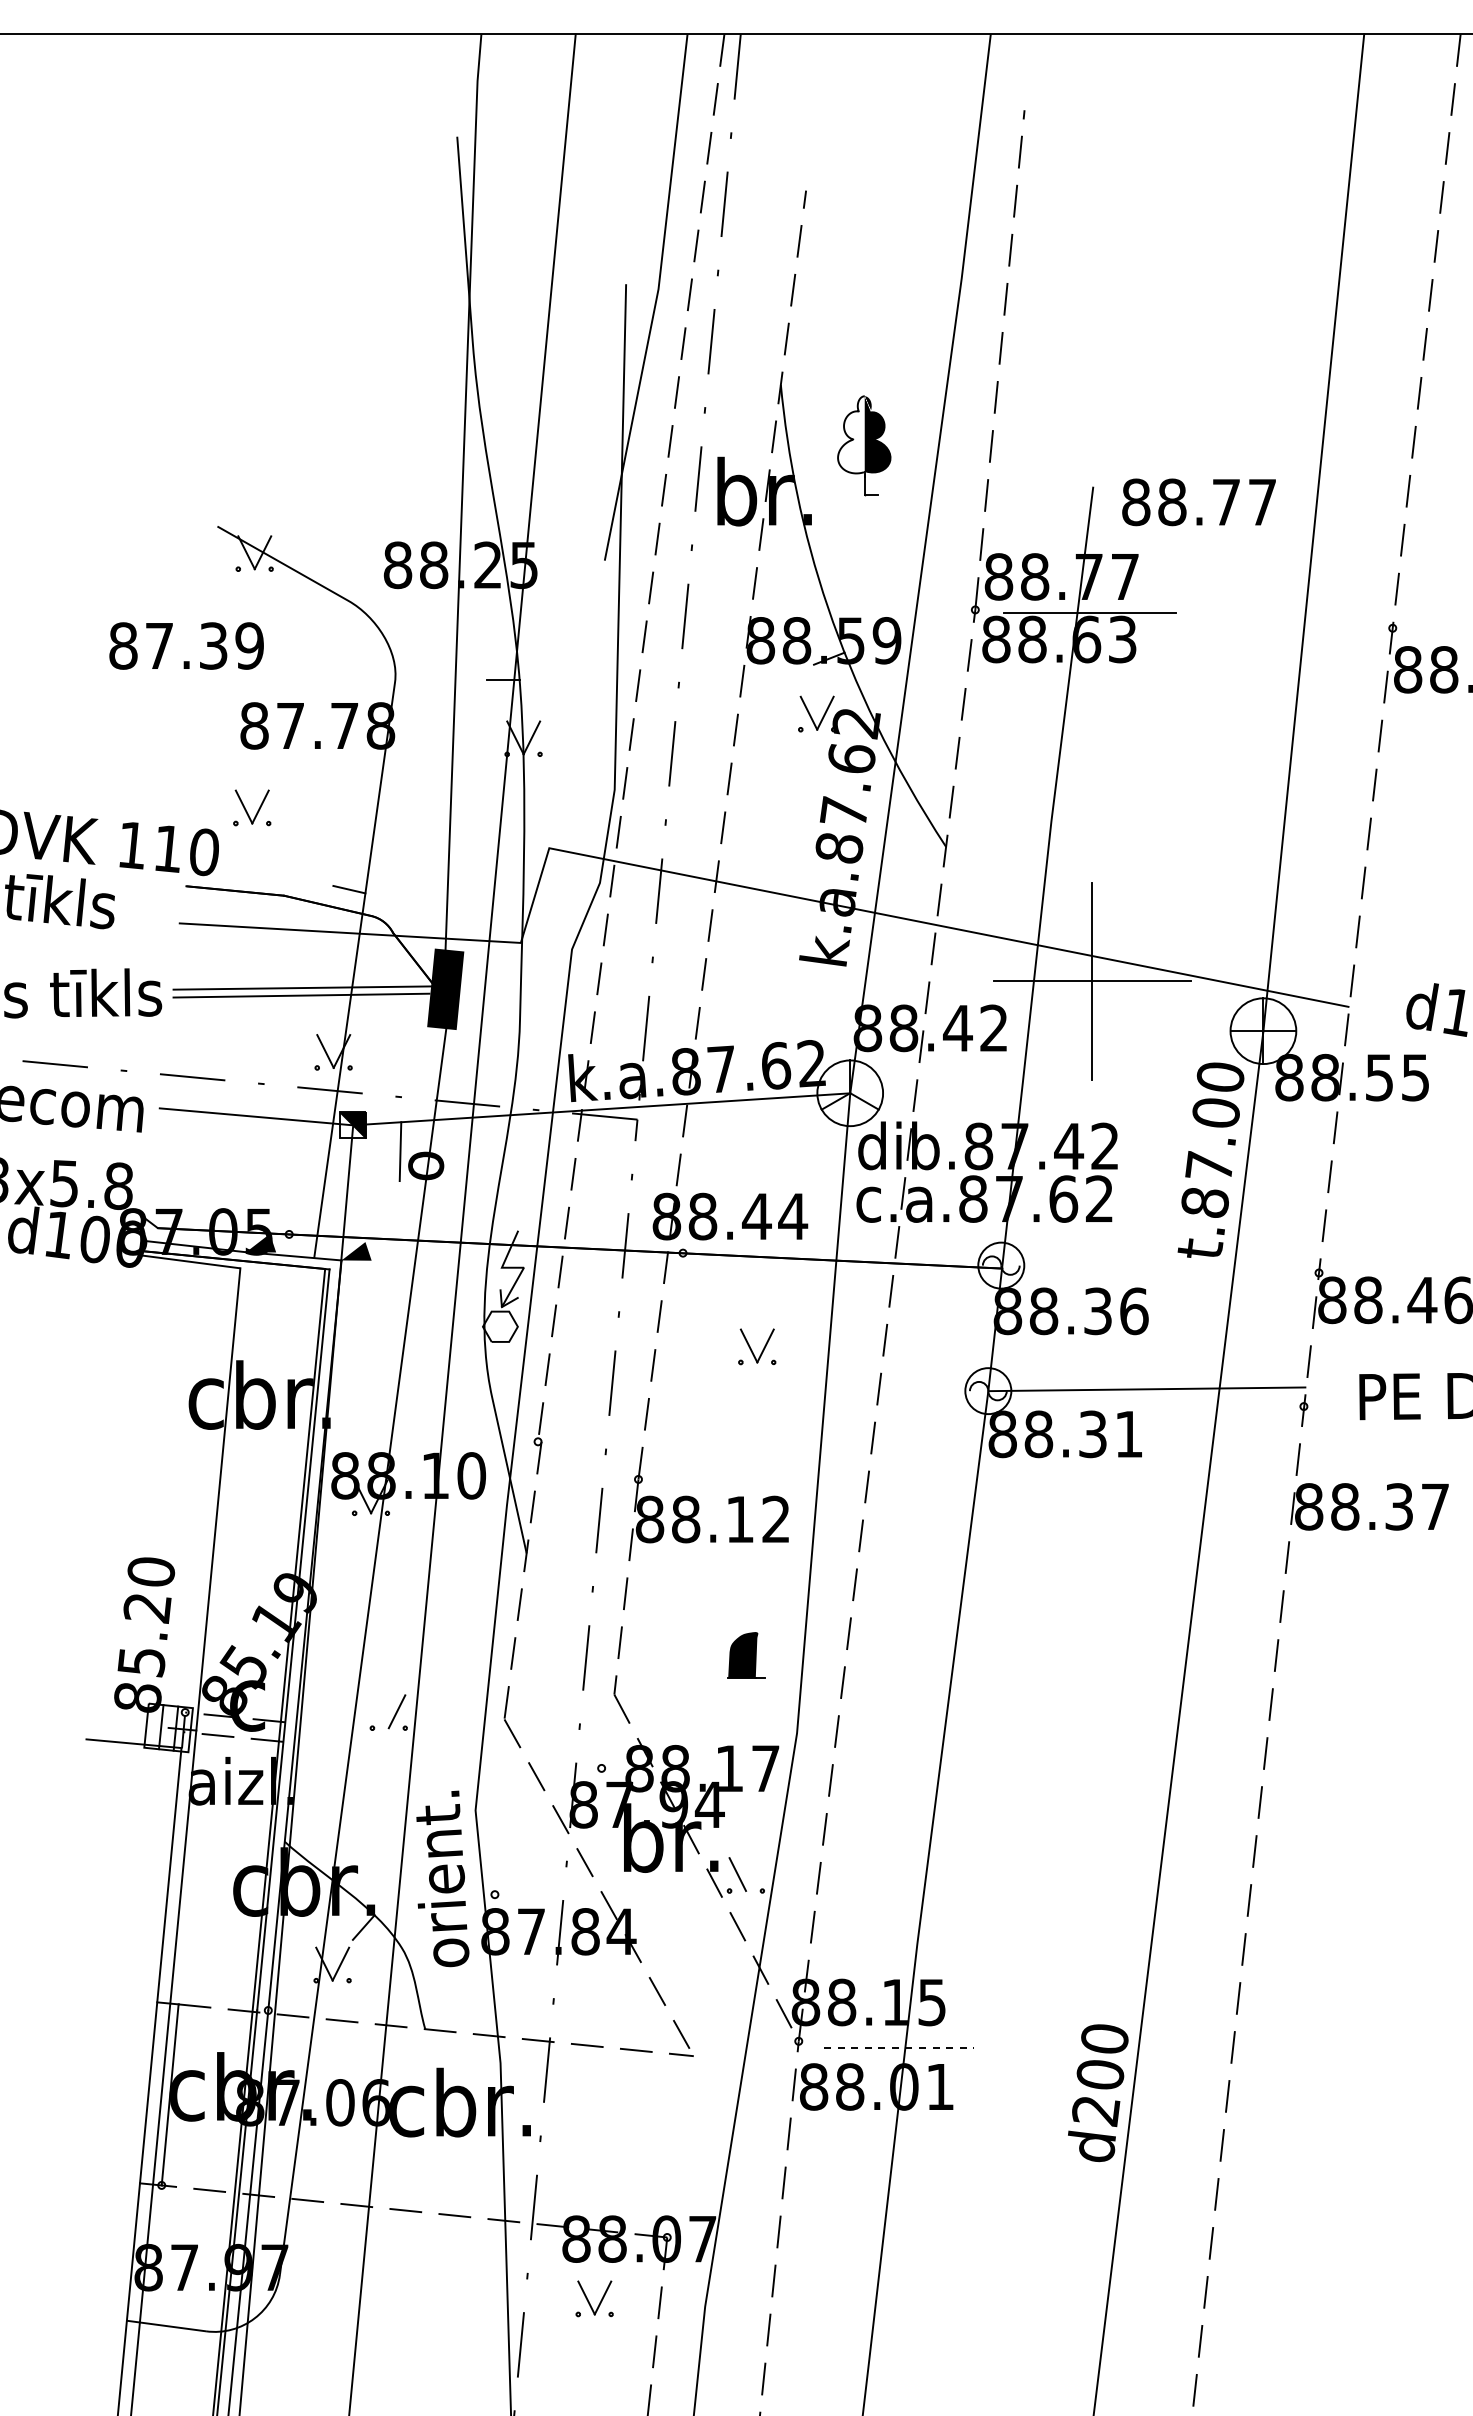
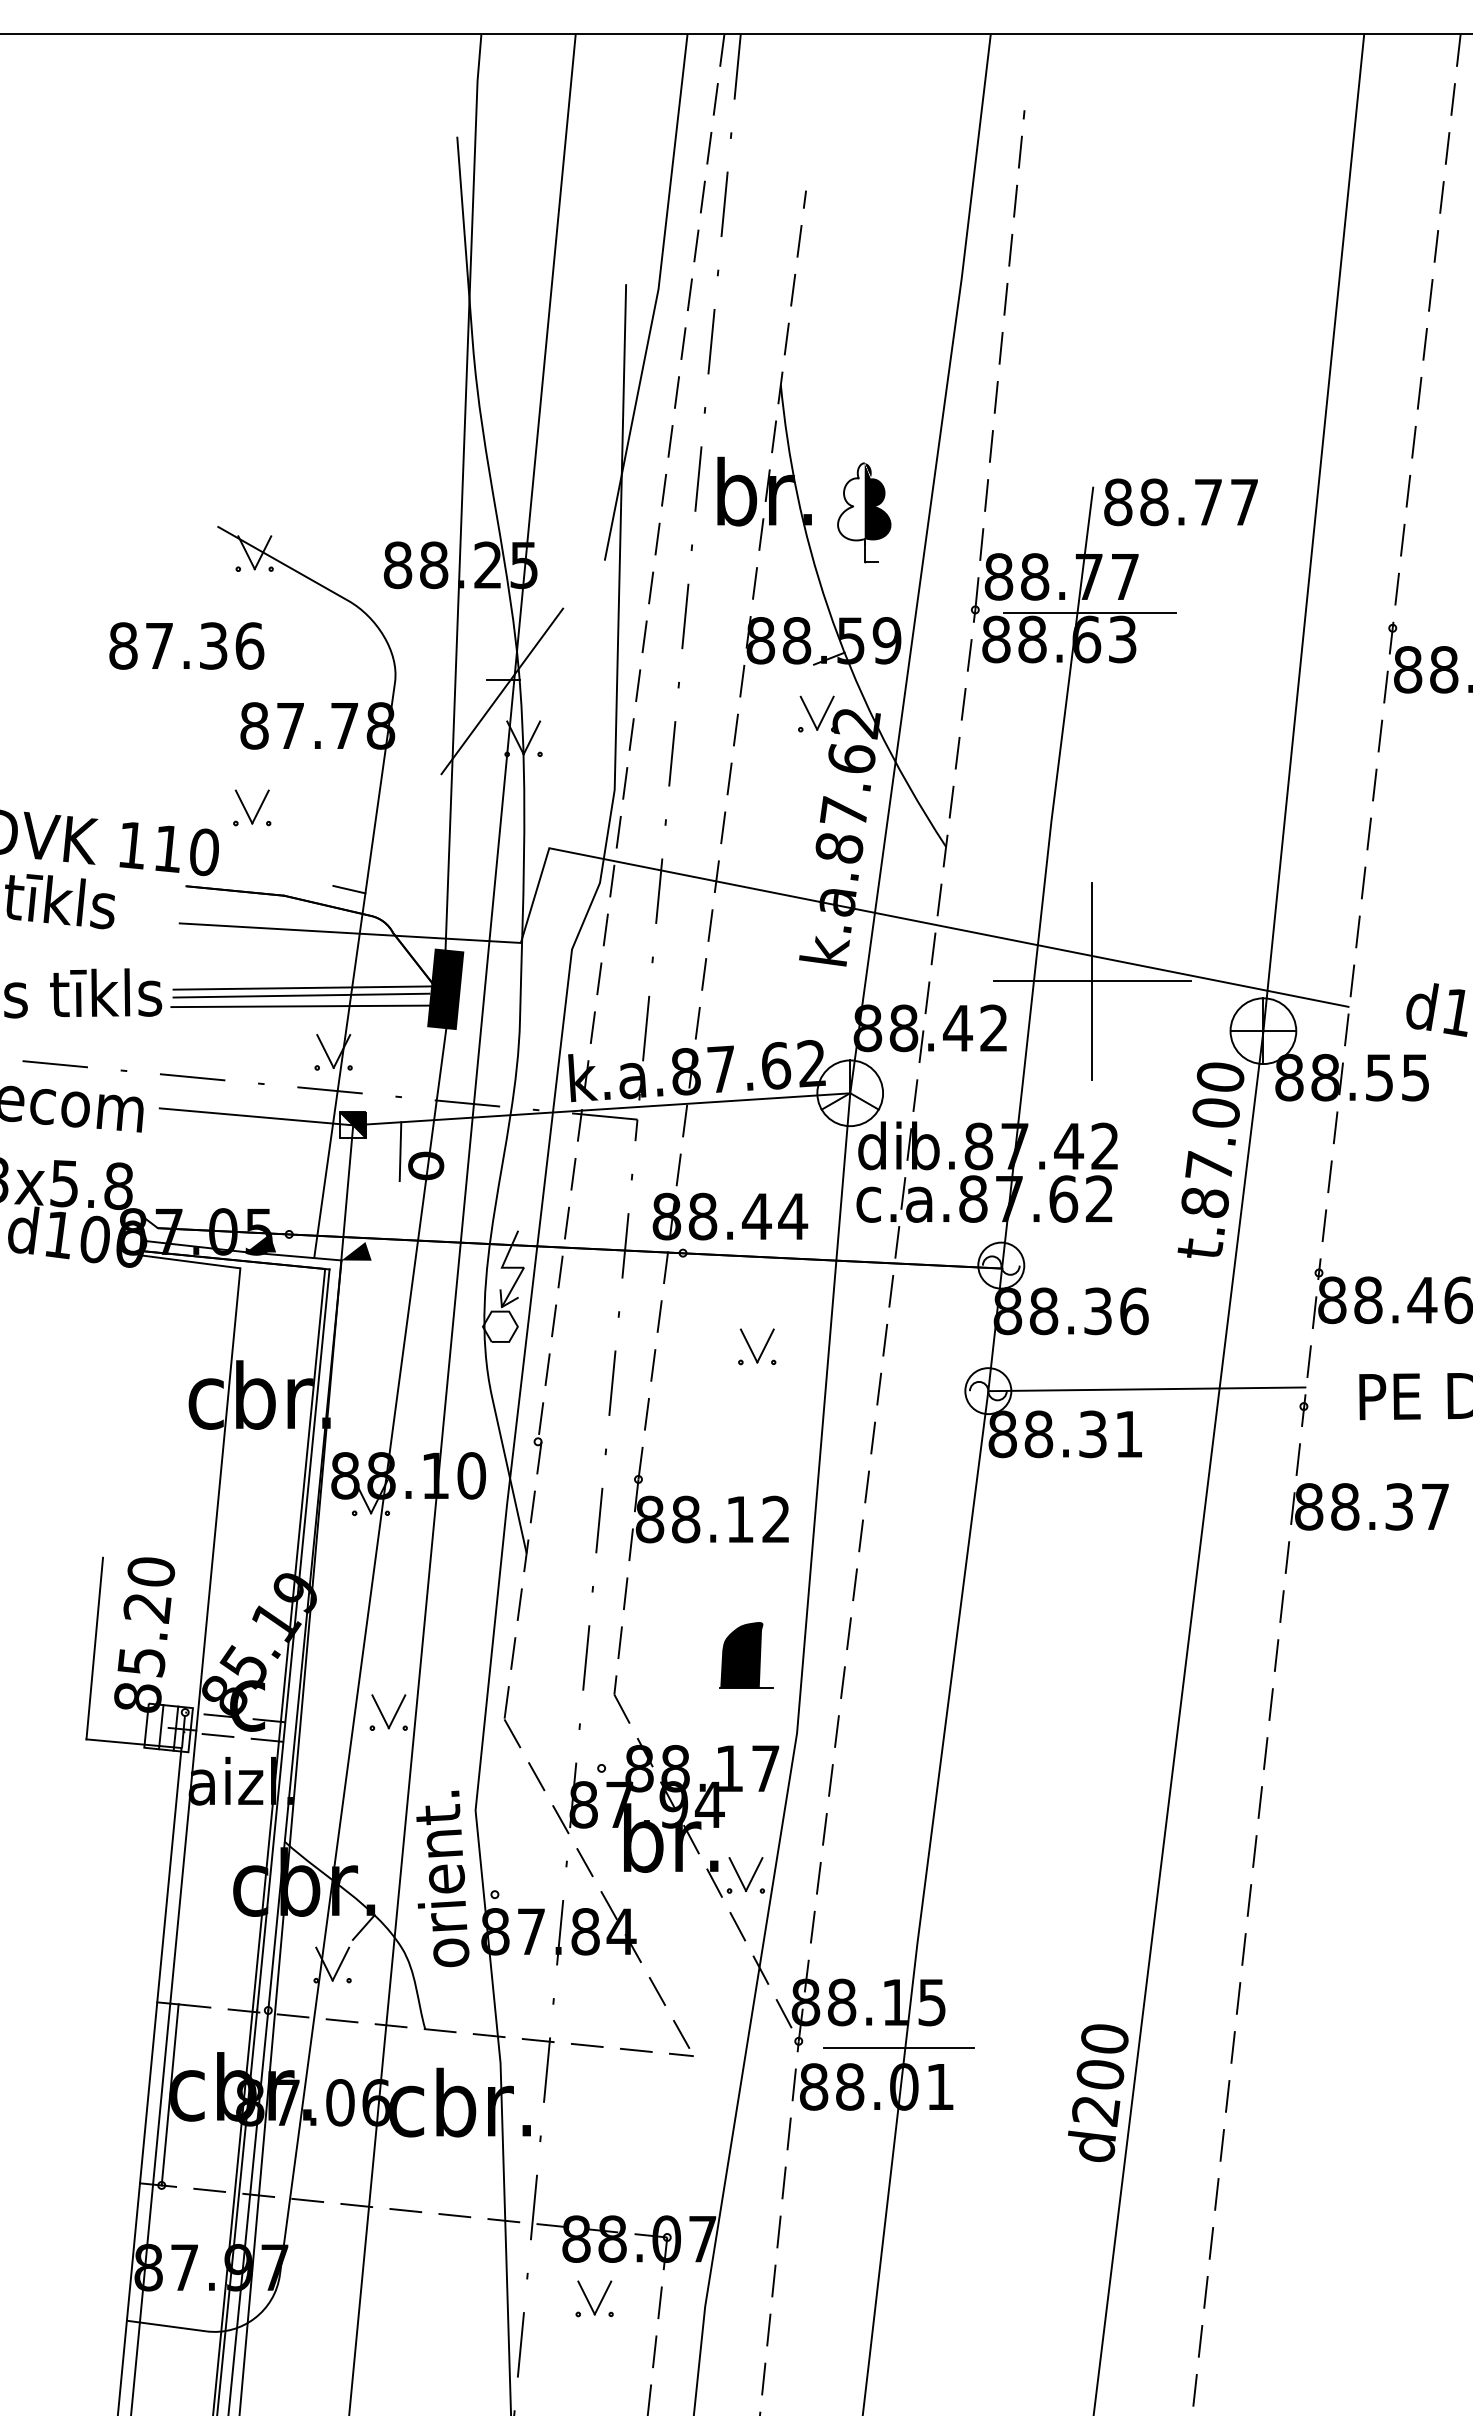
part at (864, 445) position: (864, 445) -> (864, 512)
text at (1198, 502) position: (1198, 502) -> (1180, 502)
text at (249, 645): 87.39 -> 87.36
line at (502, 691): none -> present
line at (300, 1006): none -> present
line at (94, 1648): none -> present
part at (746, 1655) size: 39x47 px -> 55x67 px
line at (380, 1711): none -> present
line at (754, 1874): none -> present
line at (898, 2047): dashed -> solid
